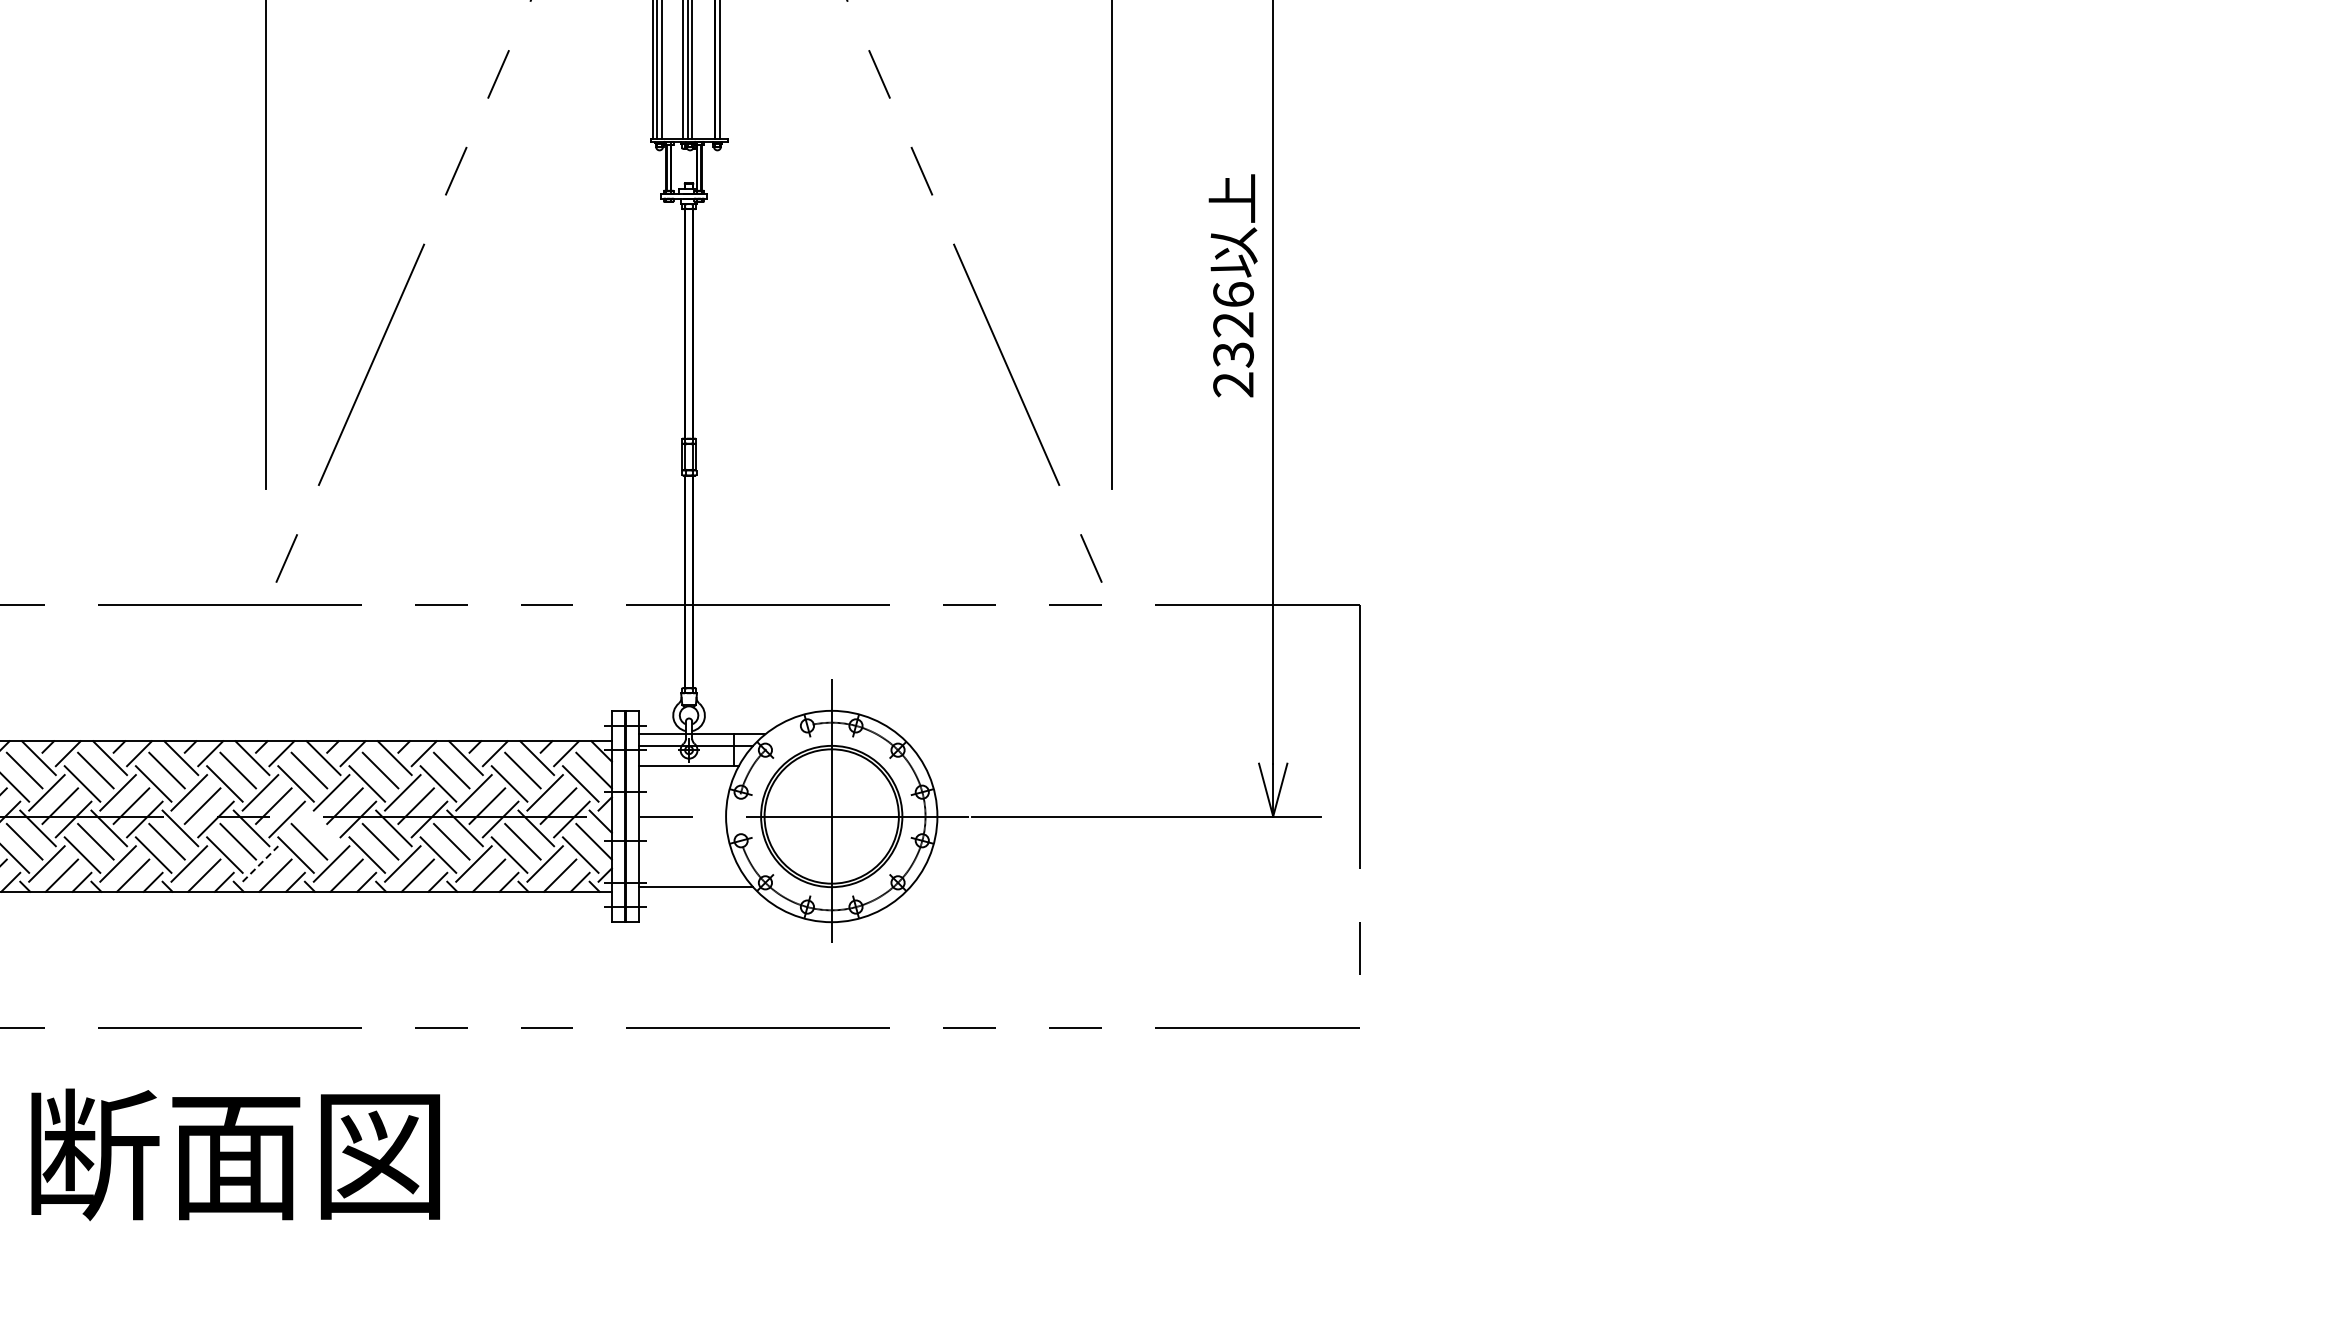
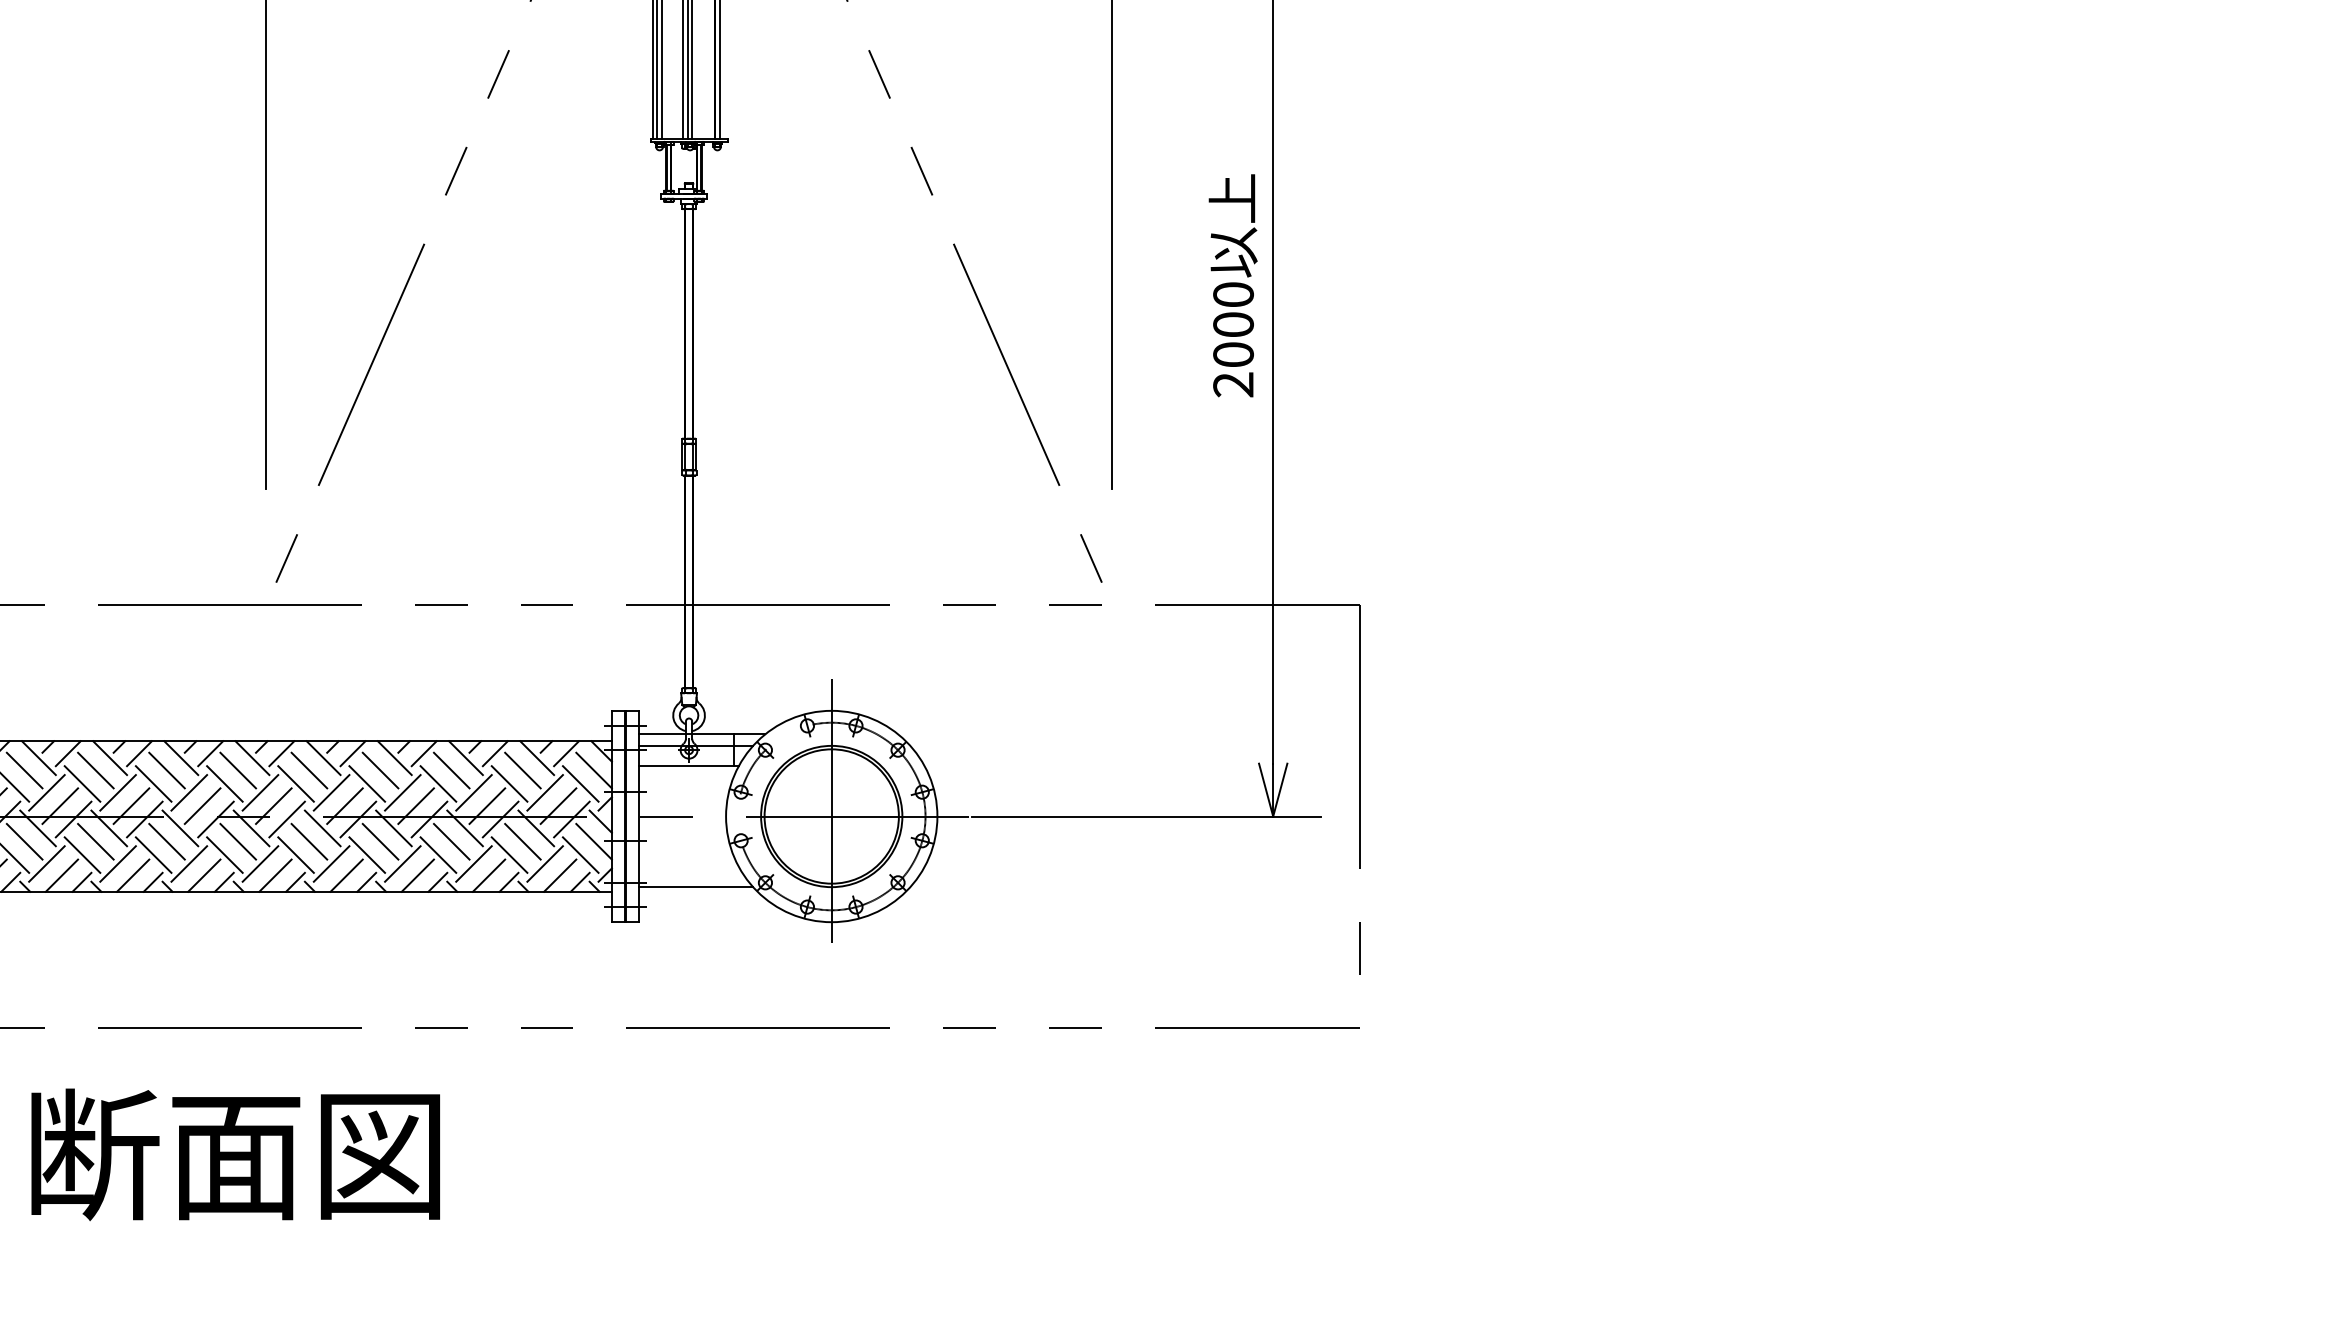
text at (1233, 324): 2326 -> 2000
line at (322, 828): none -> present
line at (260, 863): dashed -> solid
